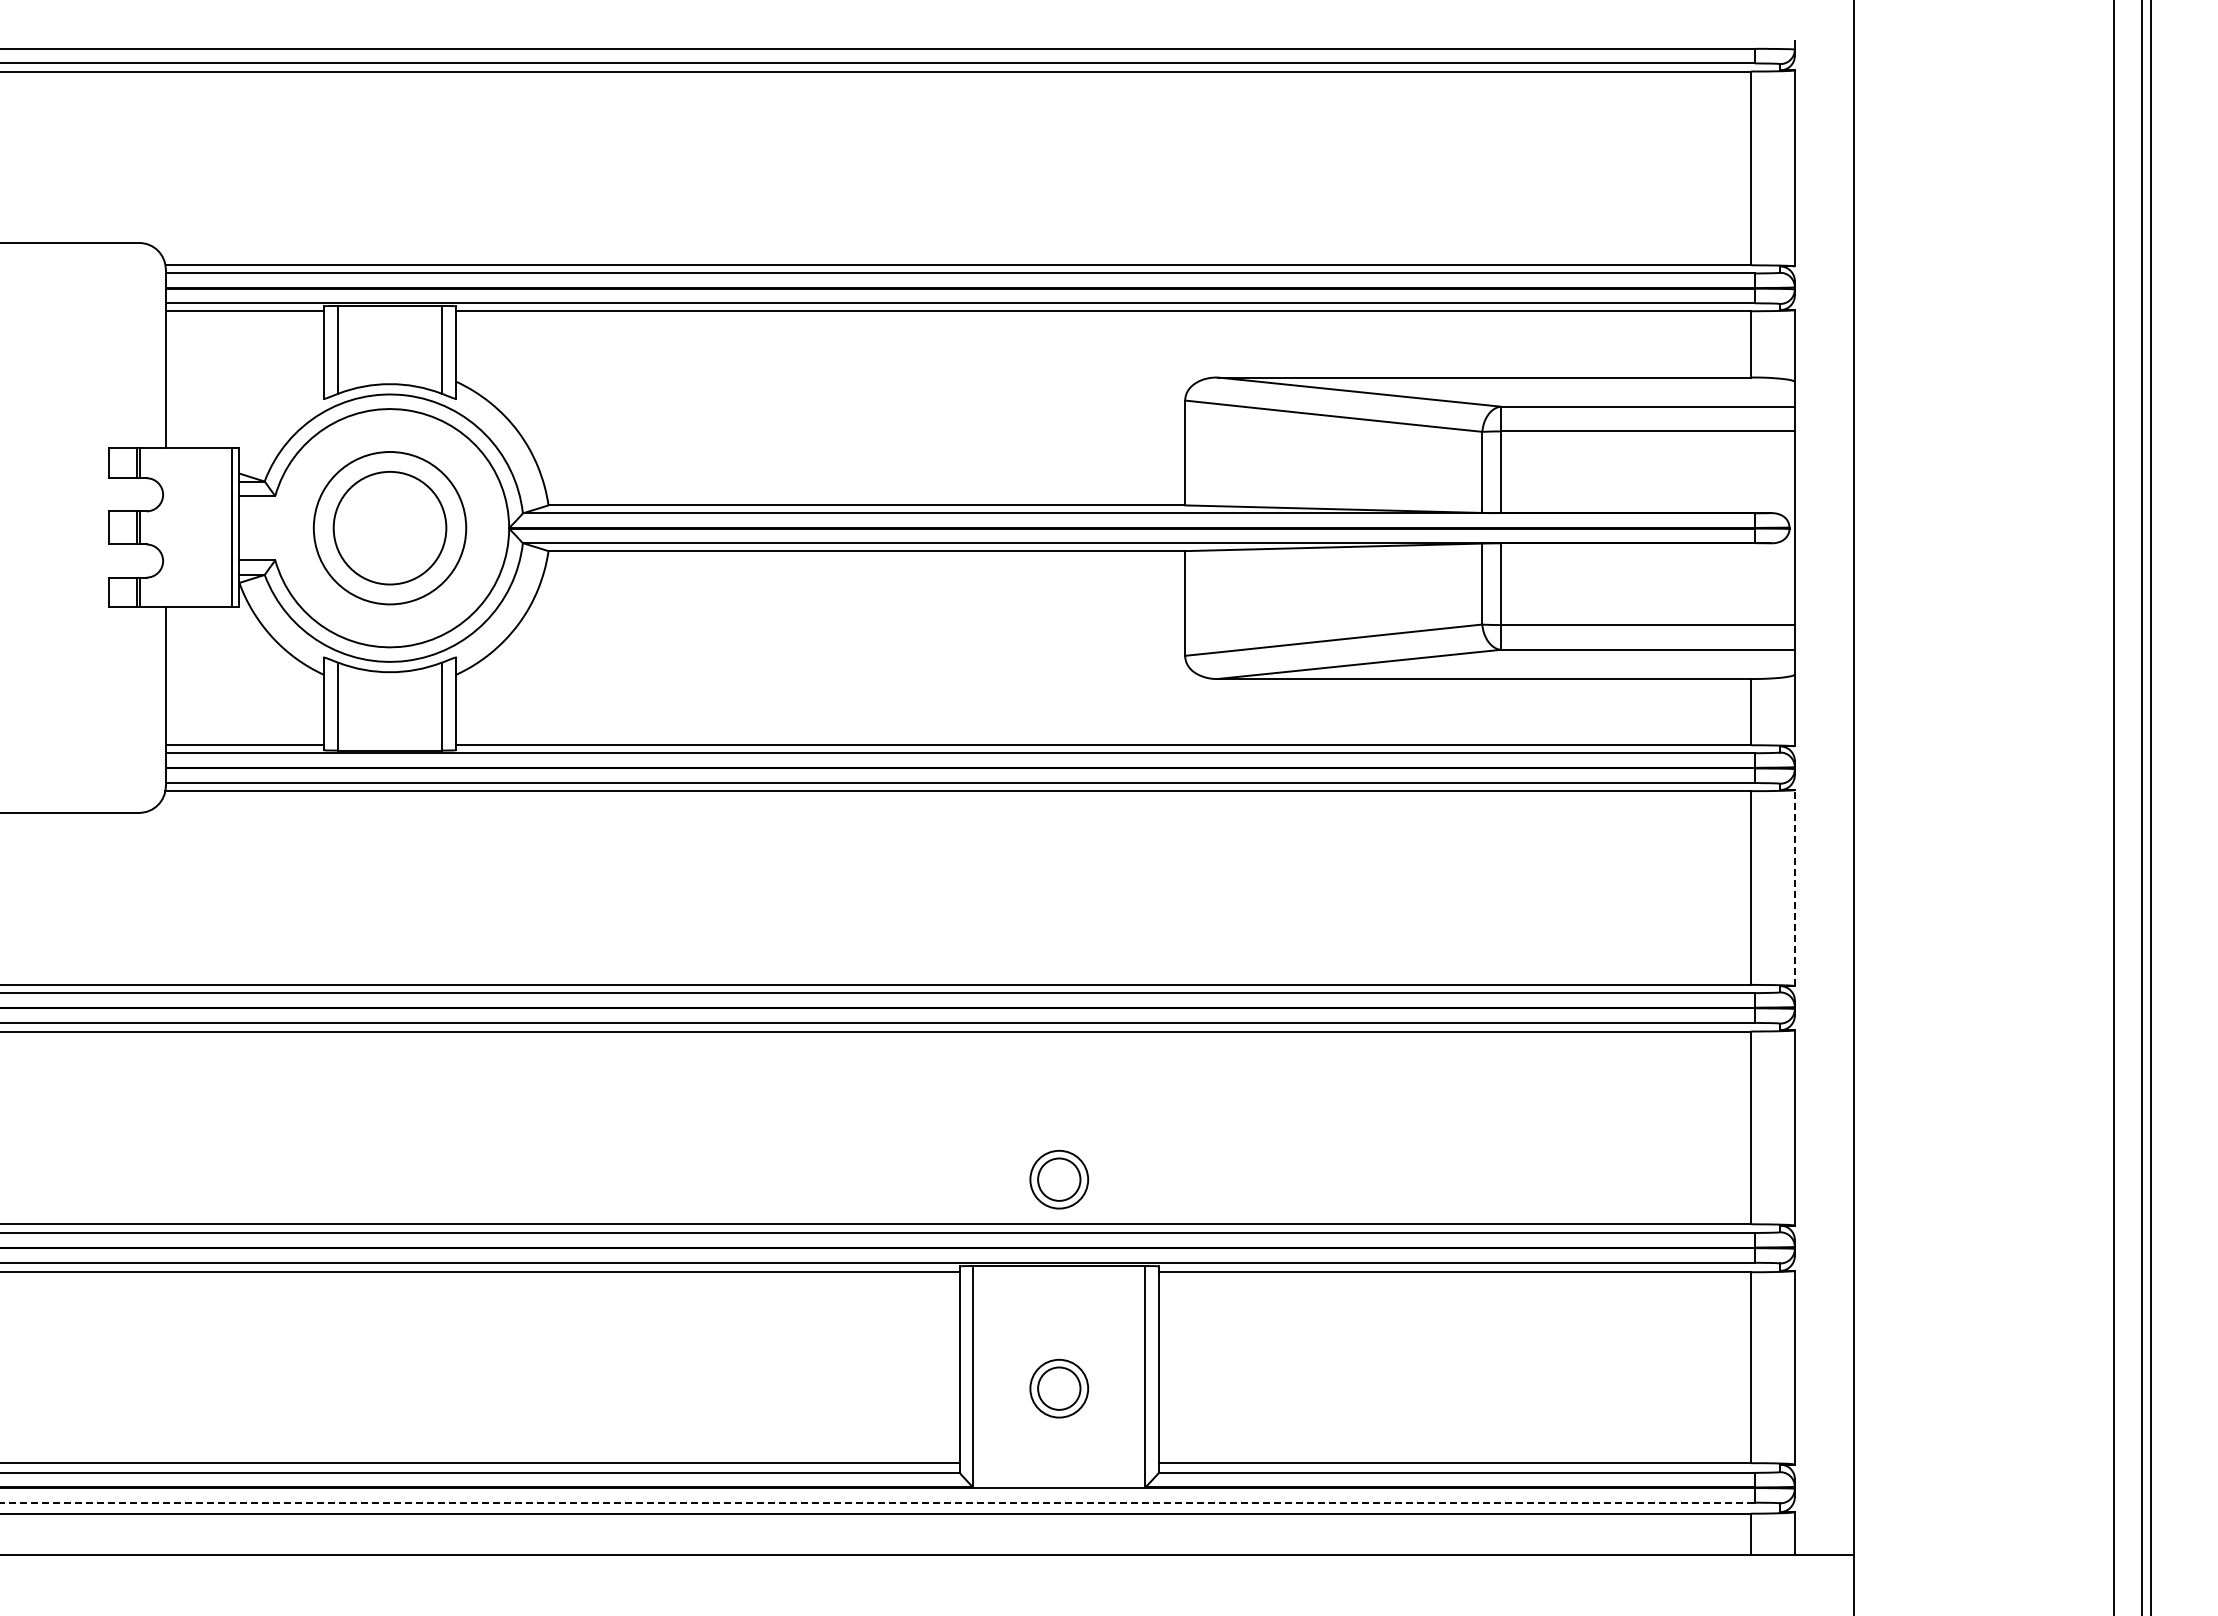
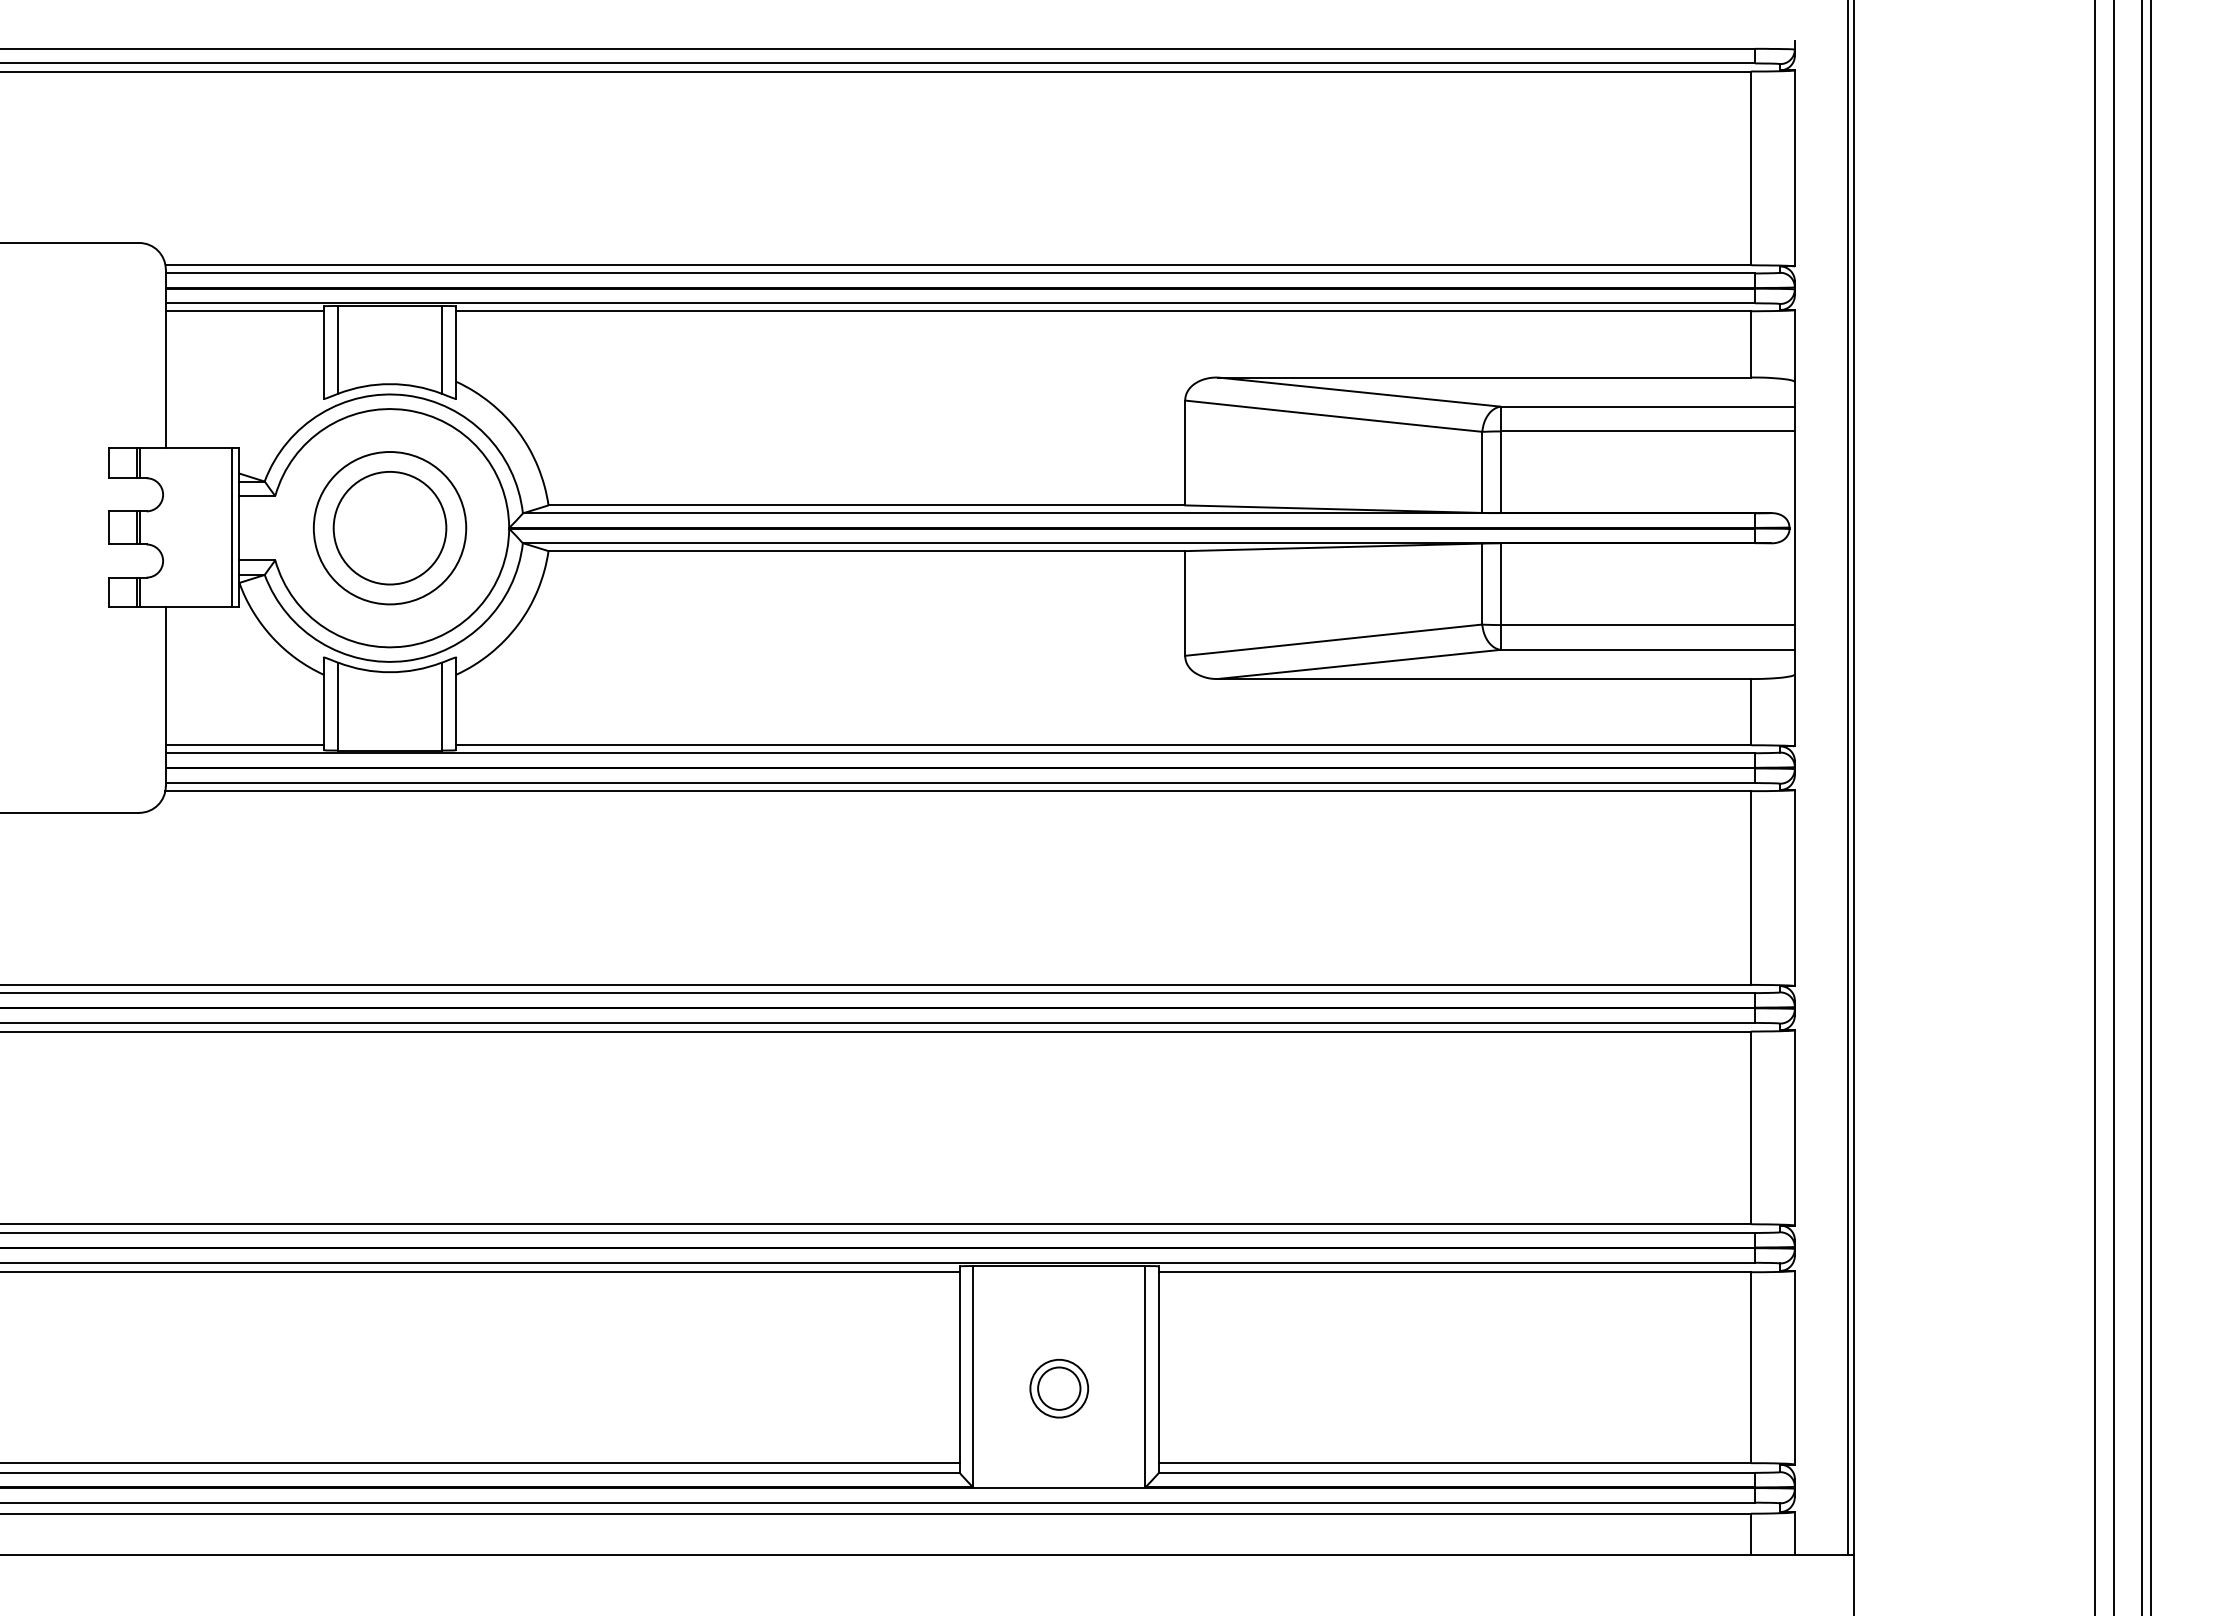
line at (1847, 778): none -> present
line at (2095, 807): none -> present
line at (1794, 887): dashed -> solid
part at (1059, 1179): present -> none
line at (878, 1502): dashed -> solid
